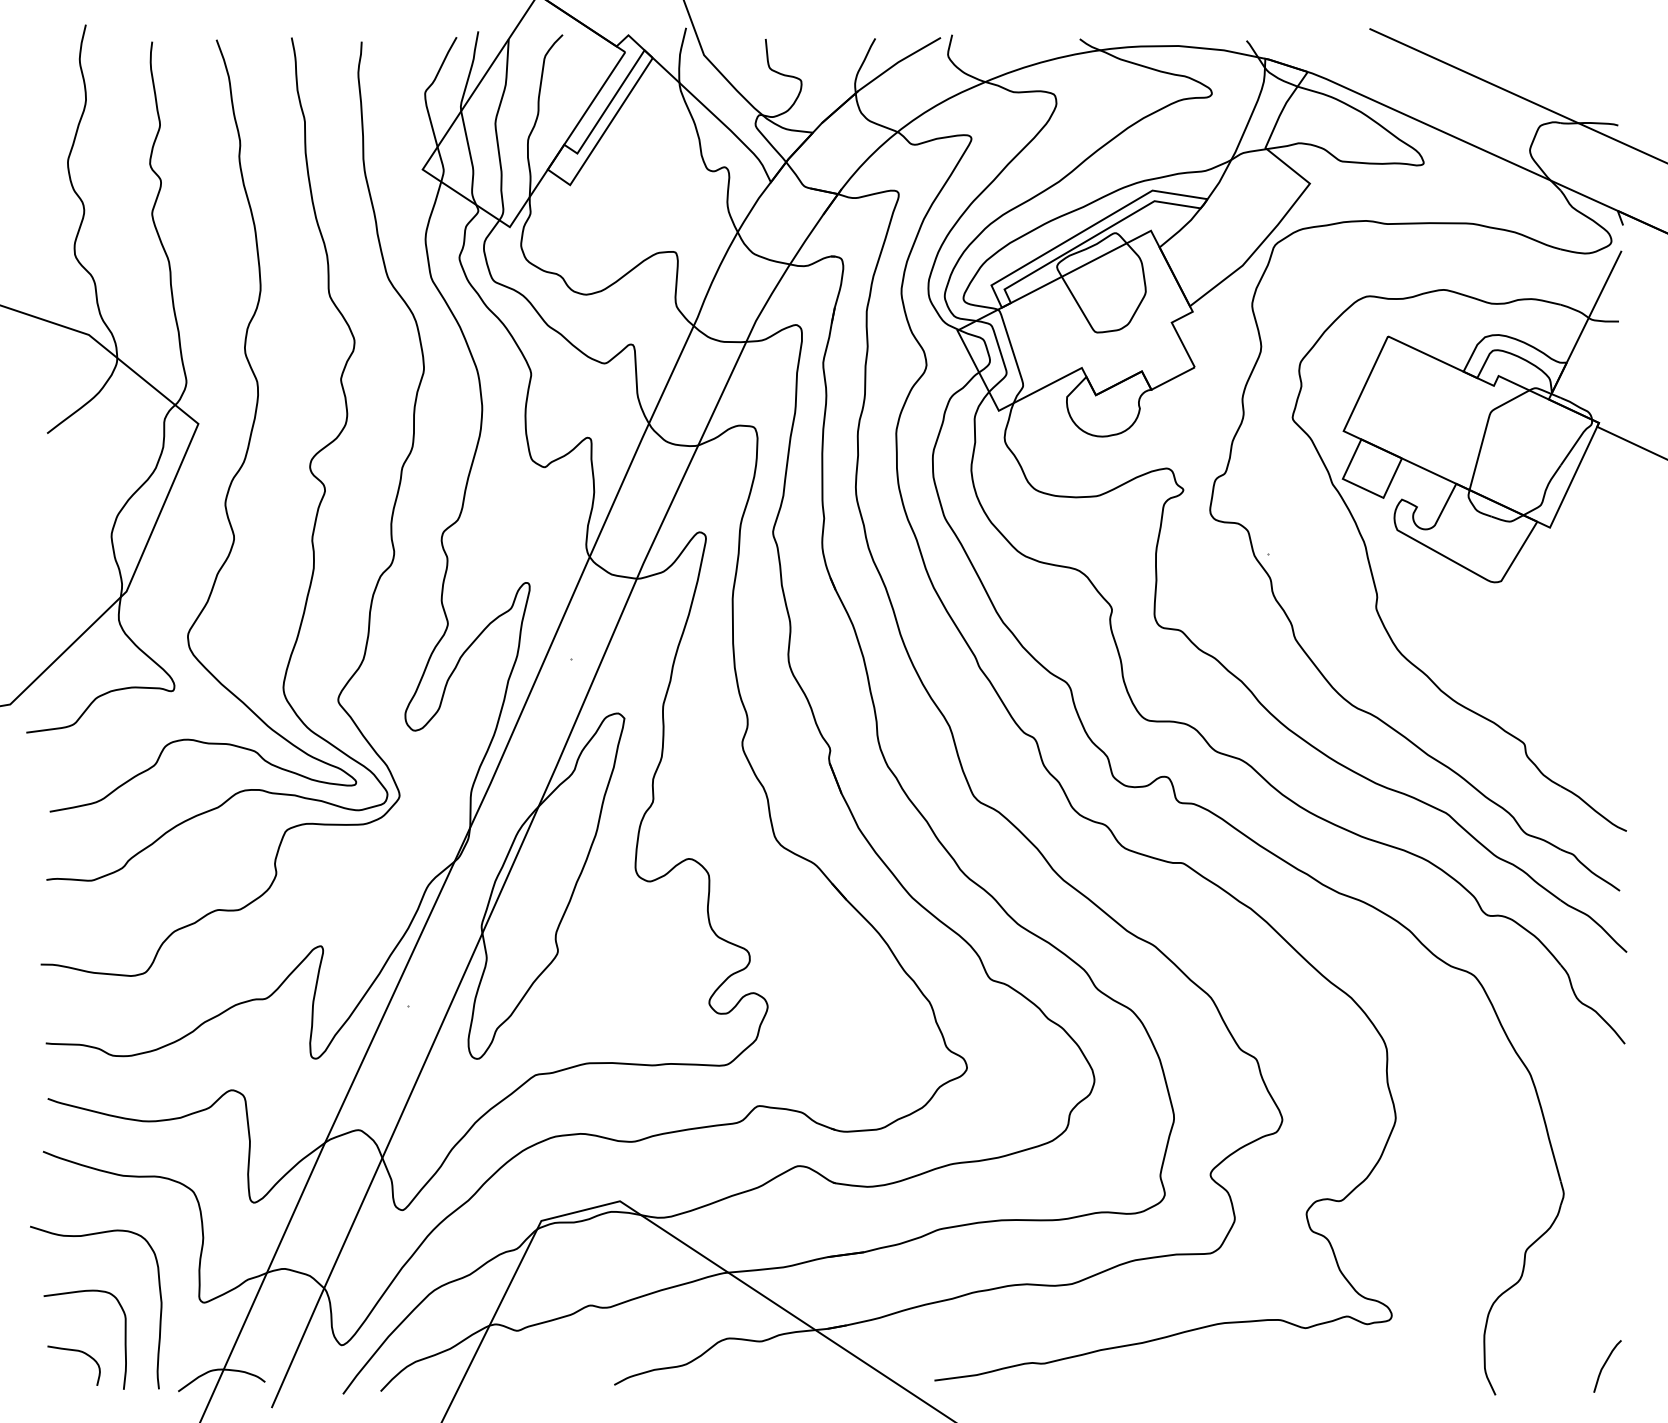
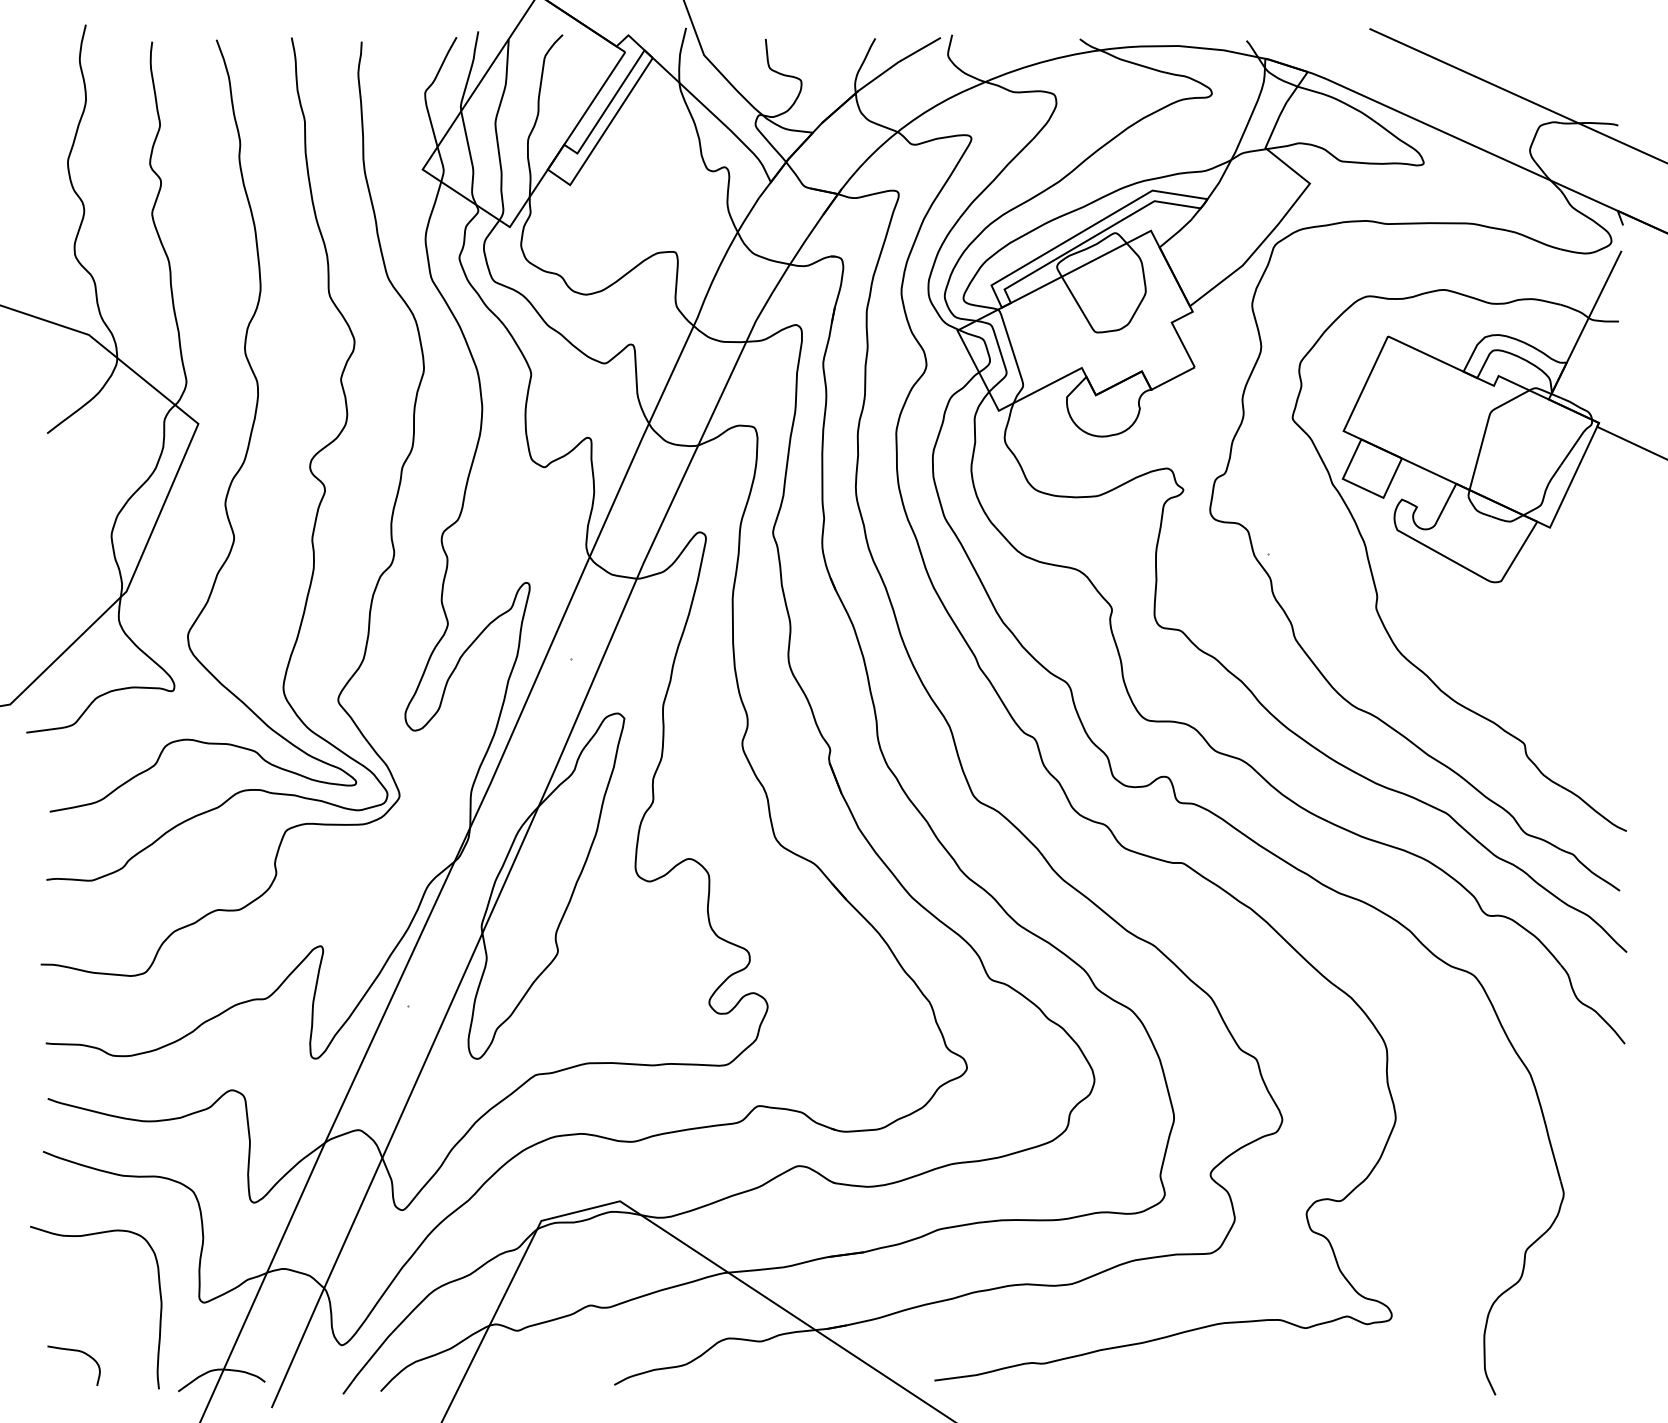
curve at (124, 1339): present -> none
curve at (1605, 1364): present -> none
